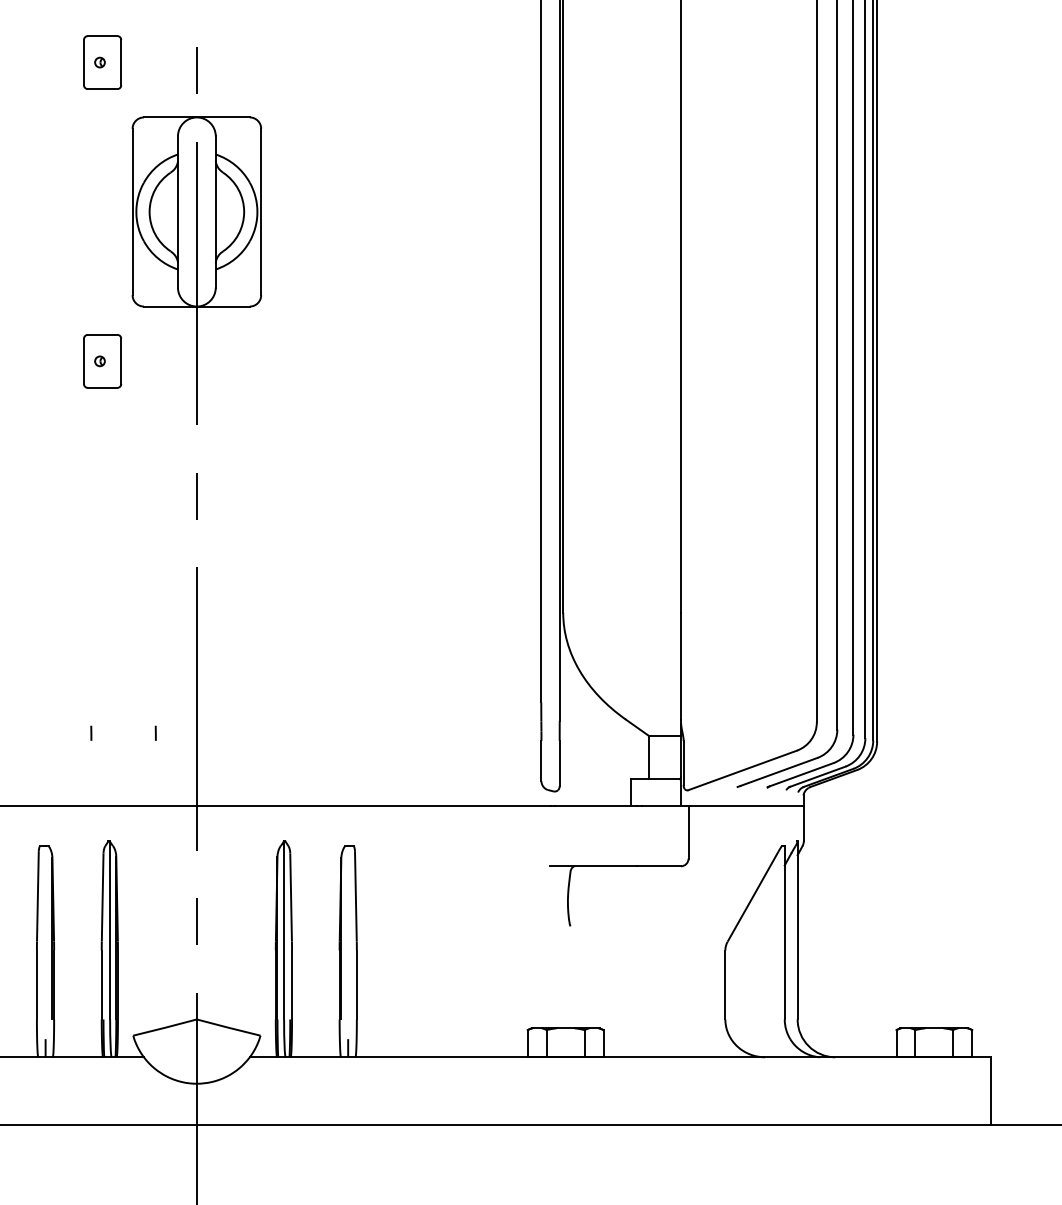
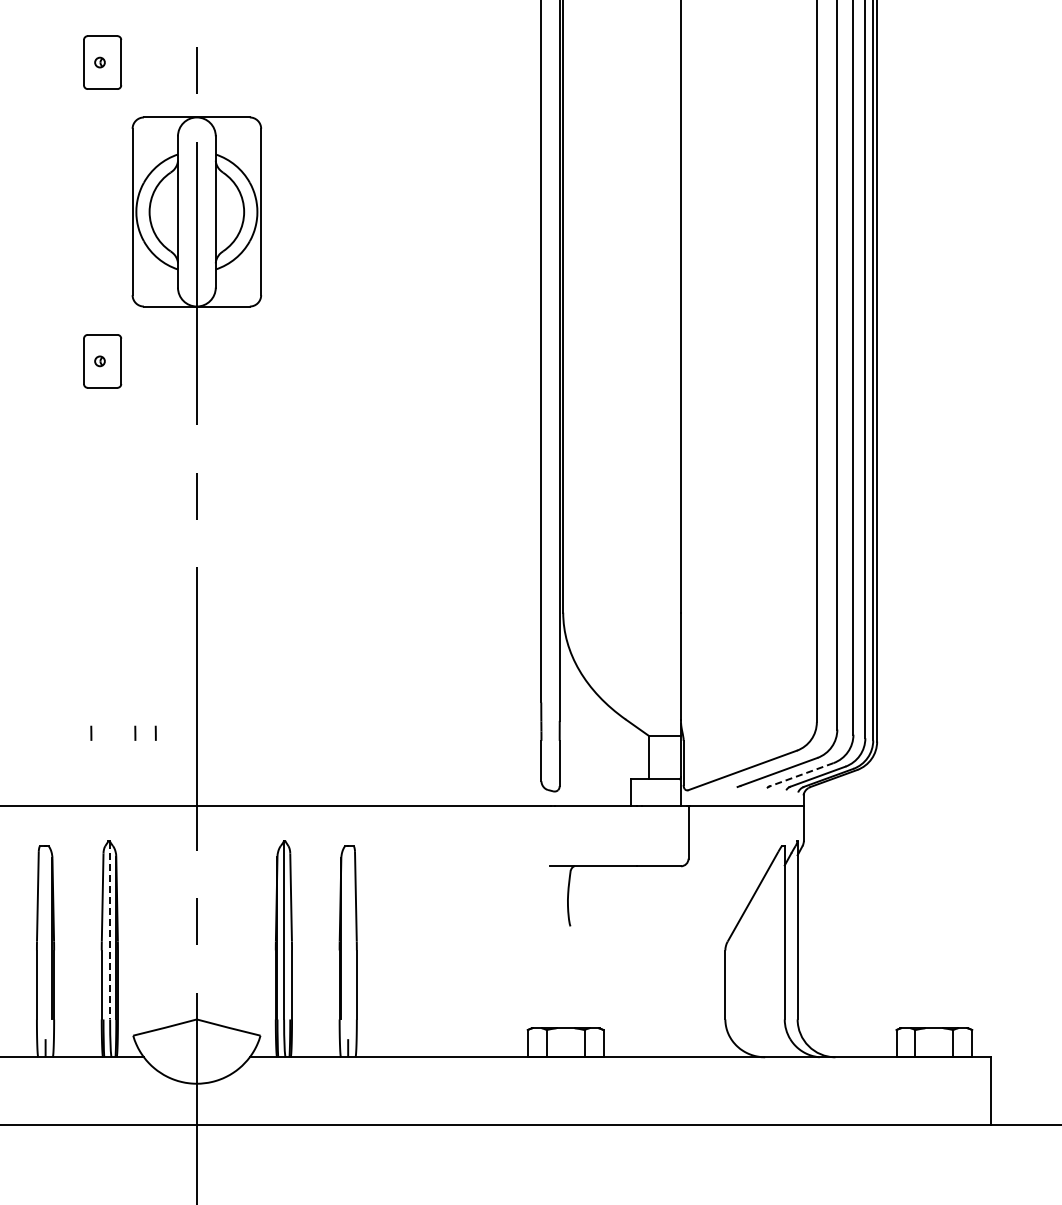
line at (135, 732): none -> present
line at (800, 775): solid -> dashed
line at (110, 930): solid -> dashed
